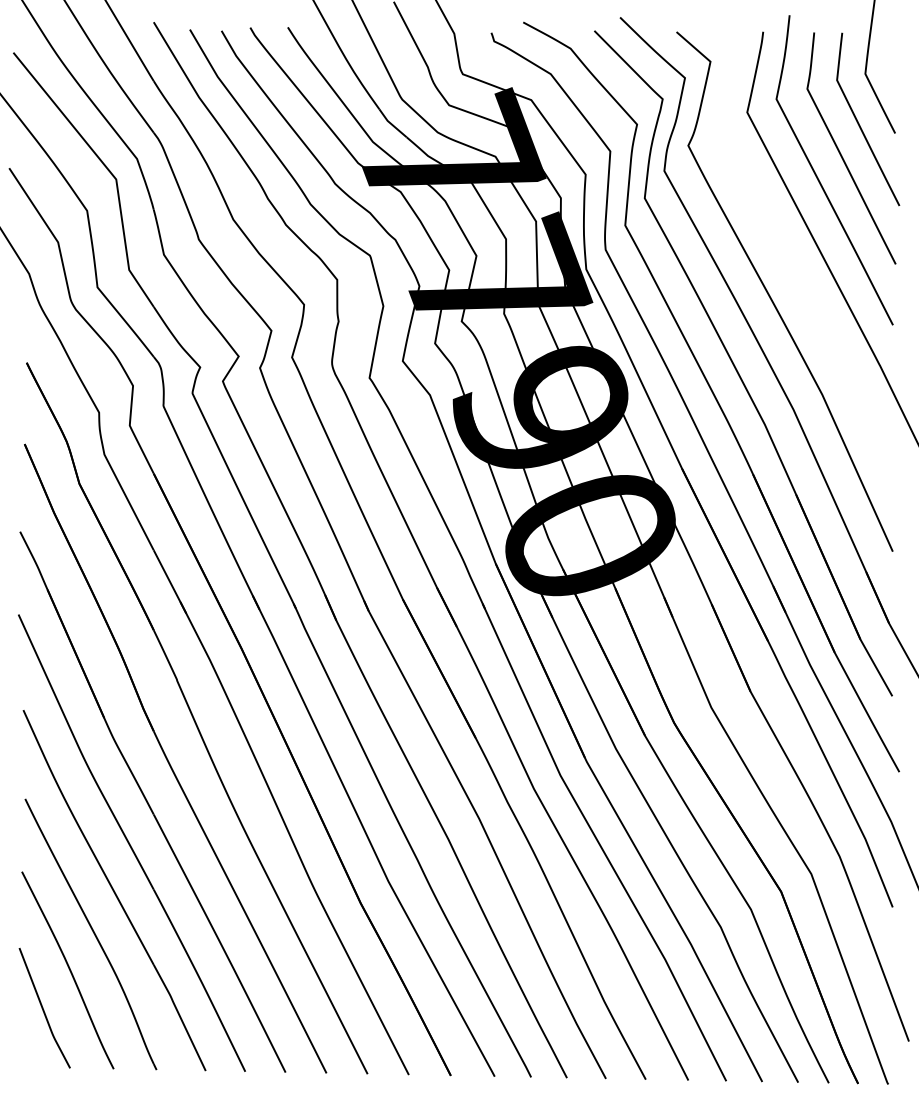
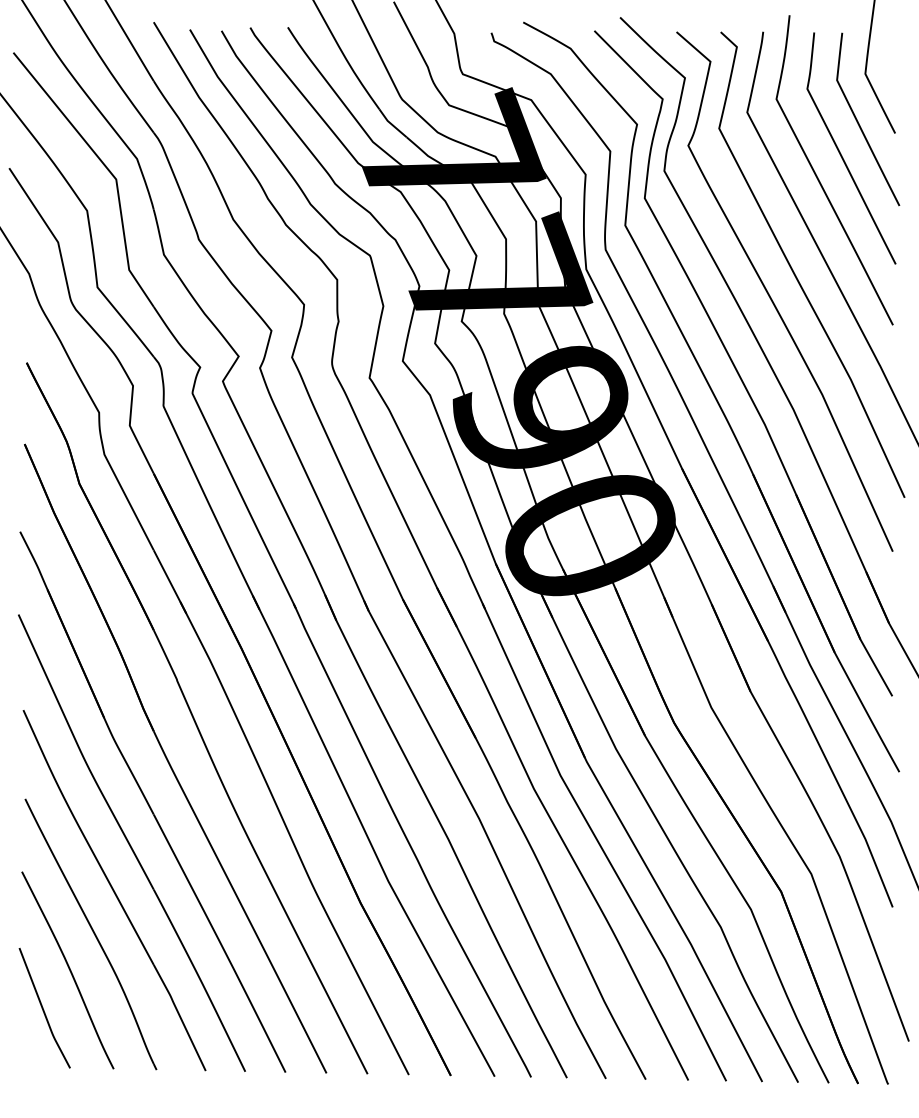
curve at (795, 273): none -> present
